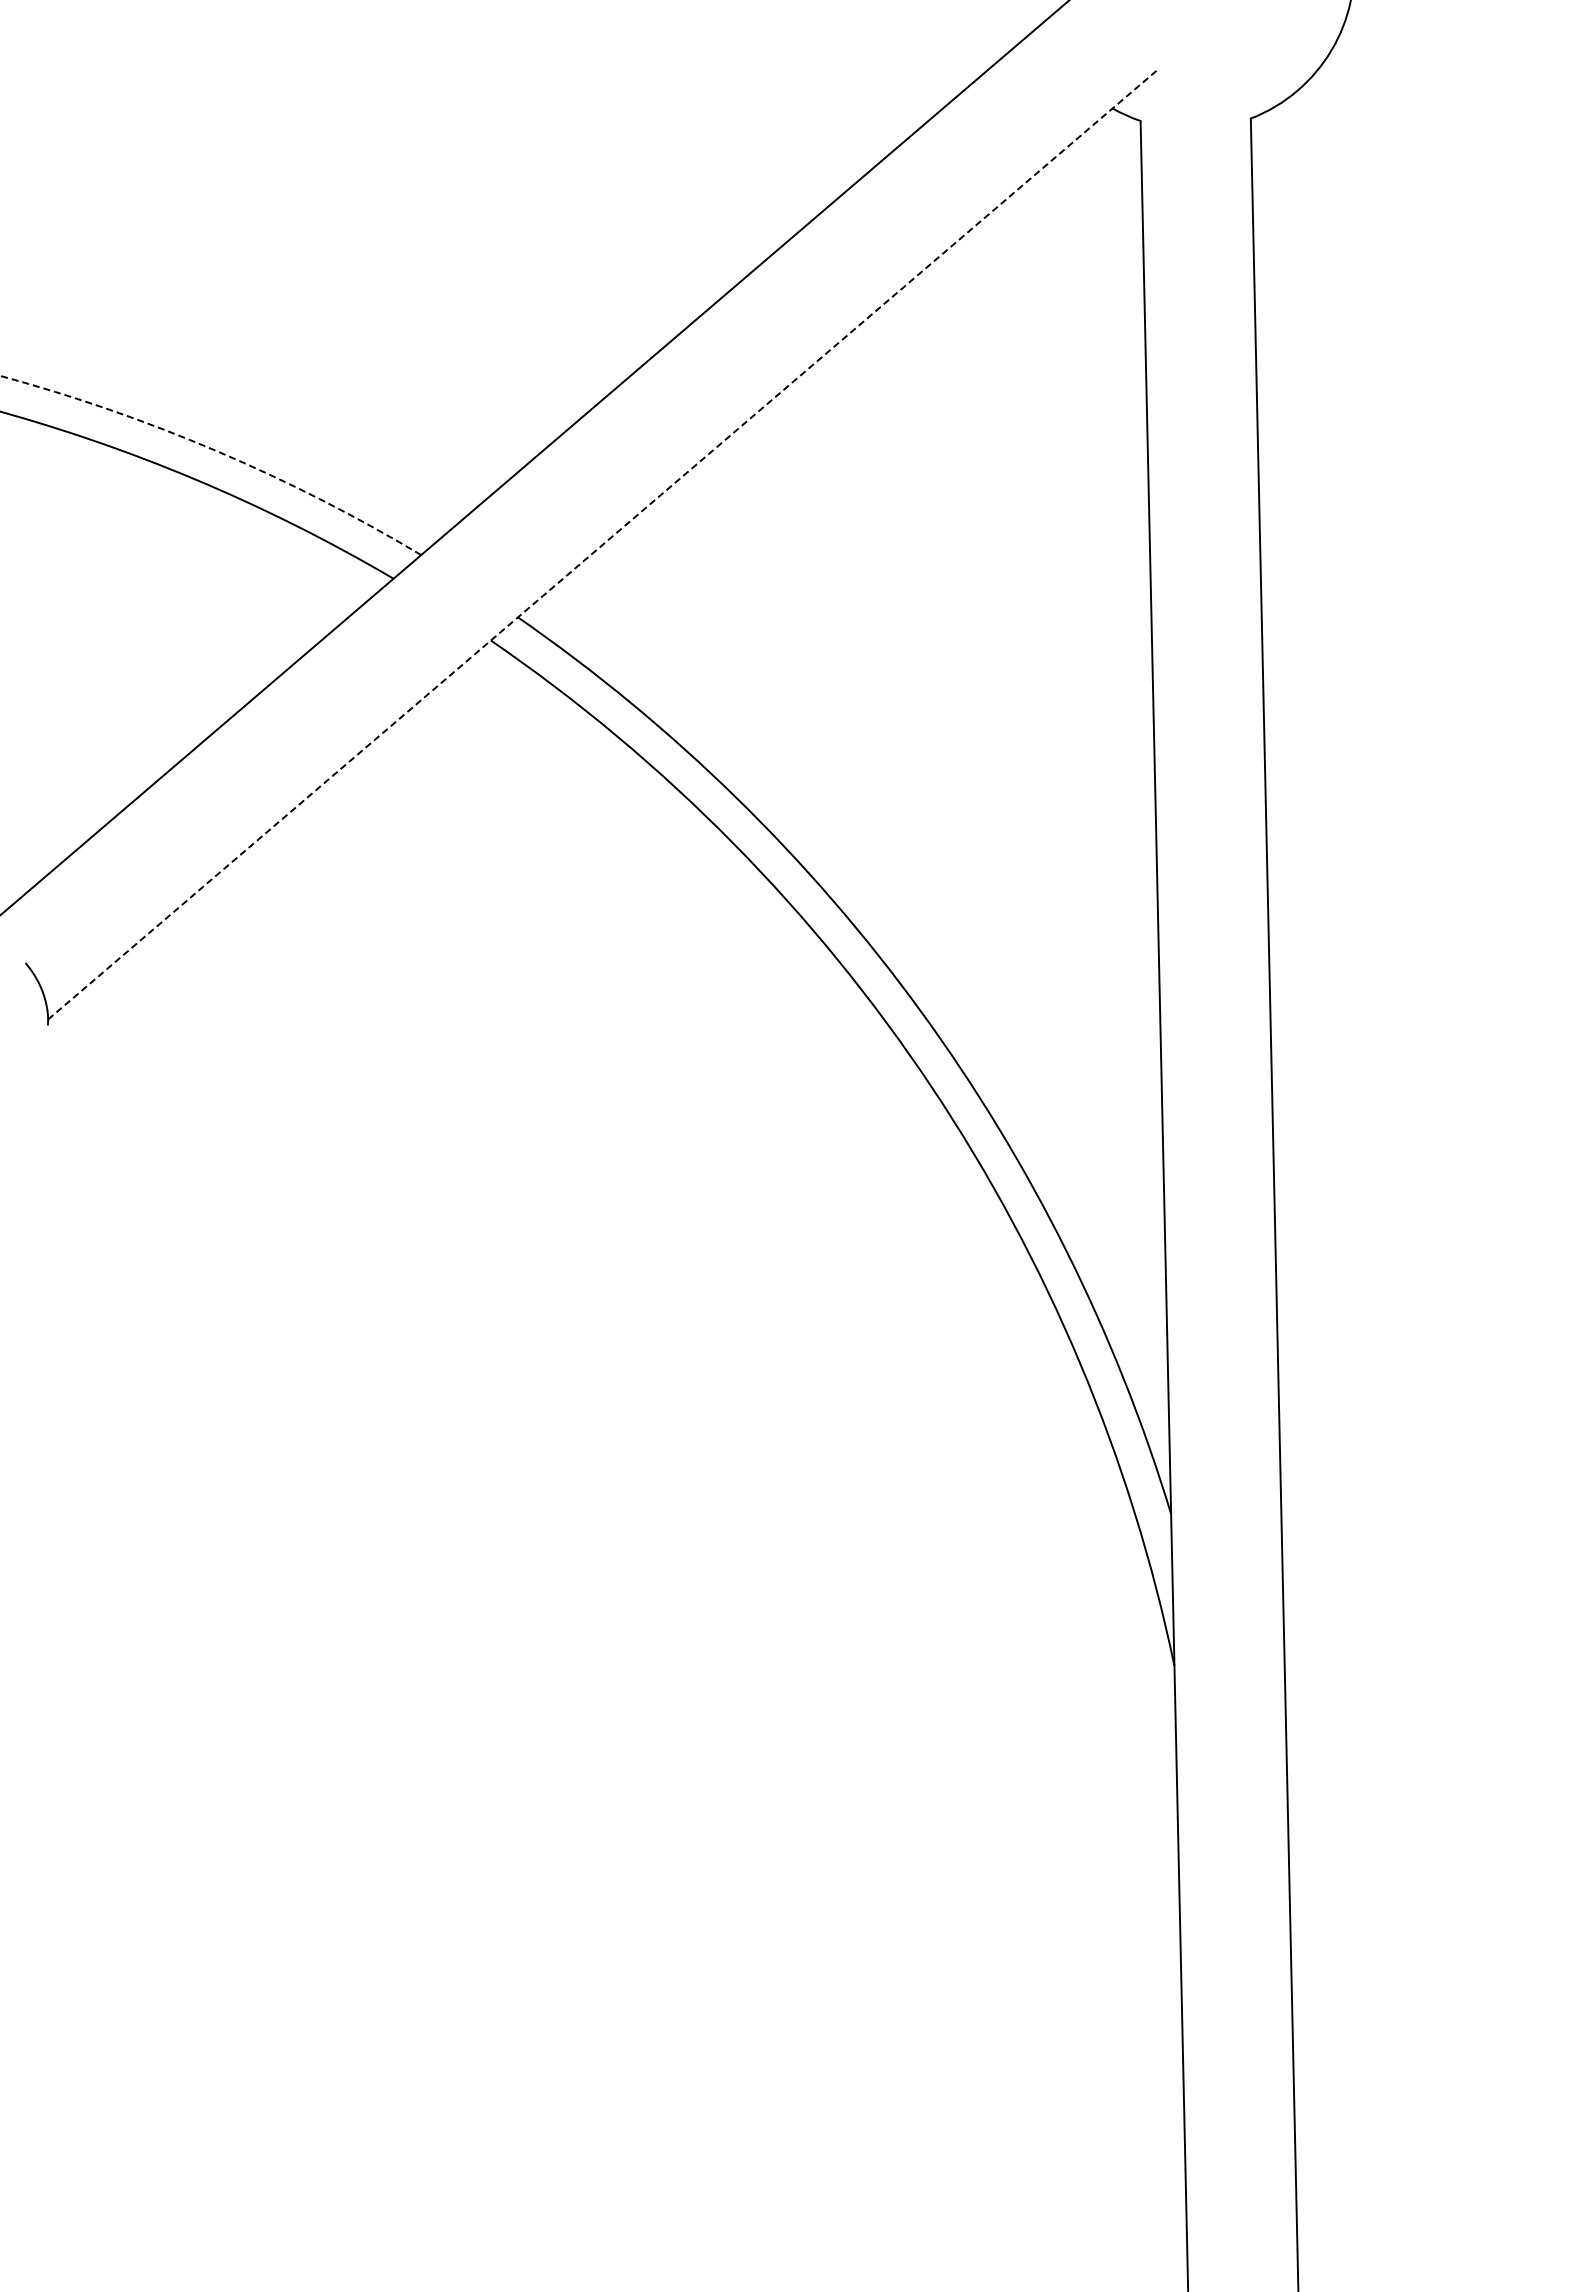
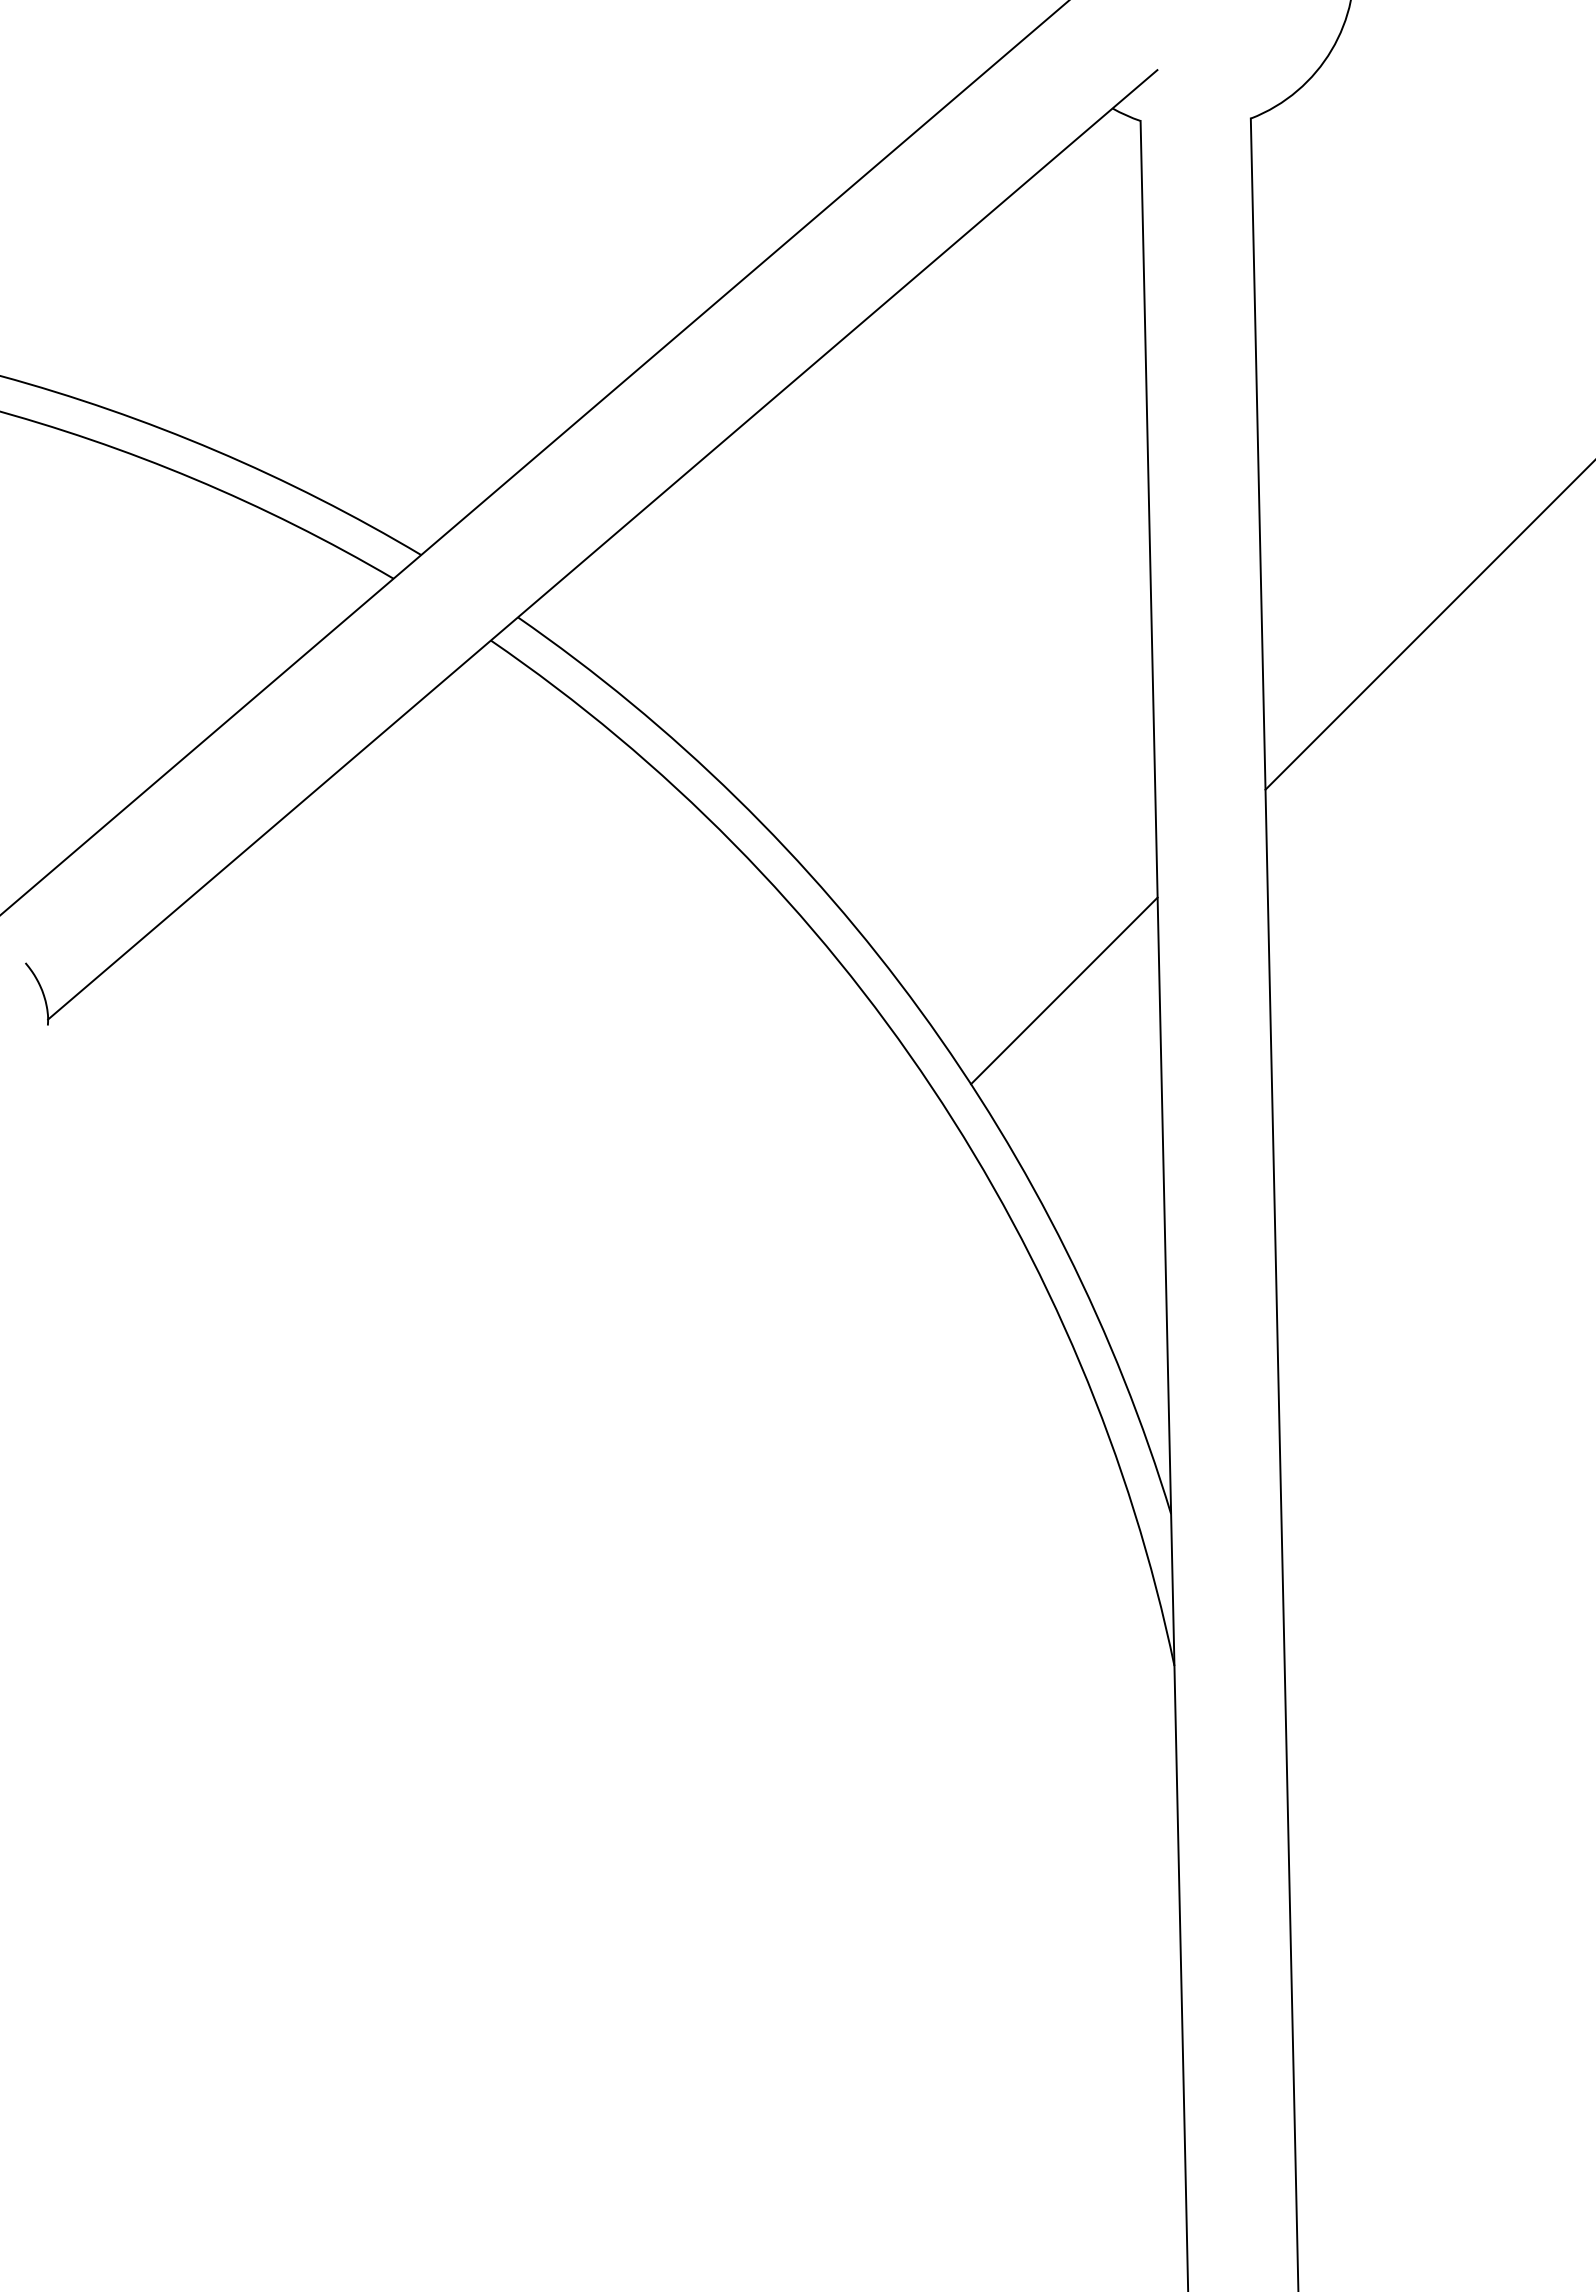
arc at (215, 450): dashed -> solid
line at (603, 544): dashed -> solid
line at (1428, 625): none -> present
line at (1064, 990): none -> present
